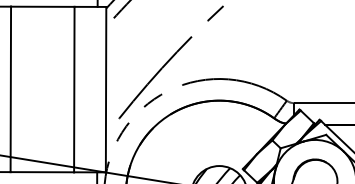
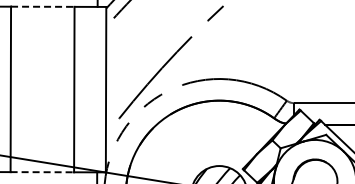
line at (42, 6): solid -> dashed
line at (42, 172): solid -> dashed
